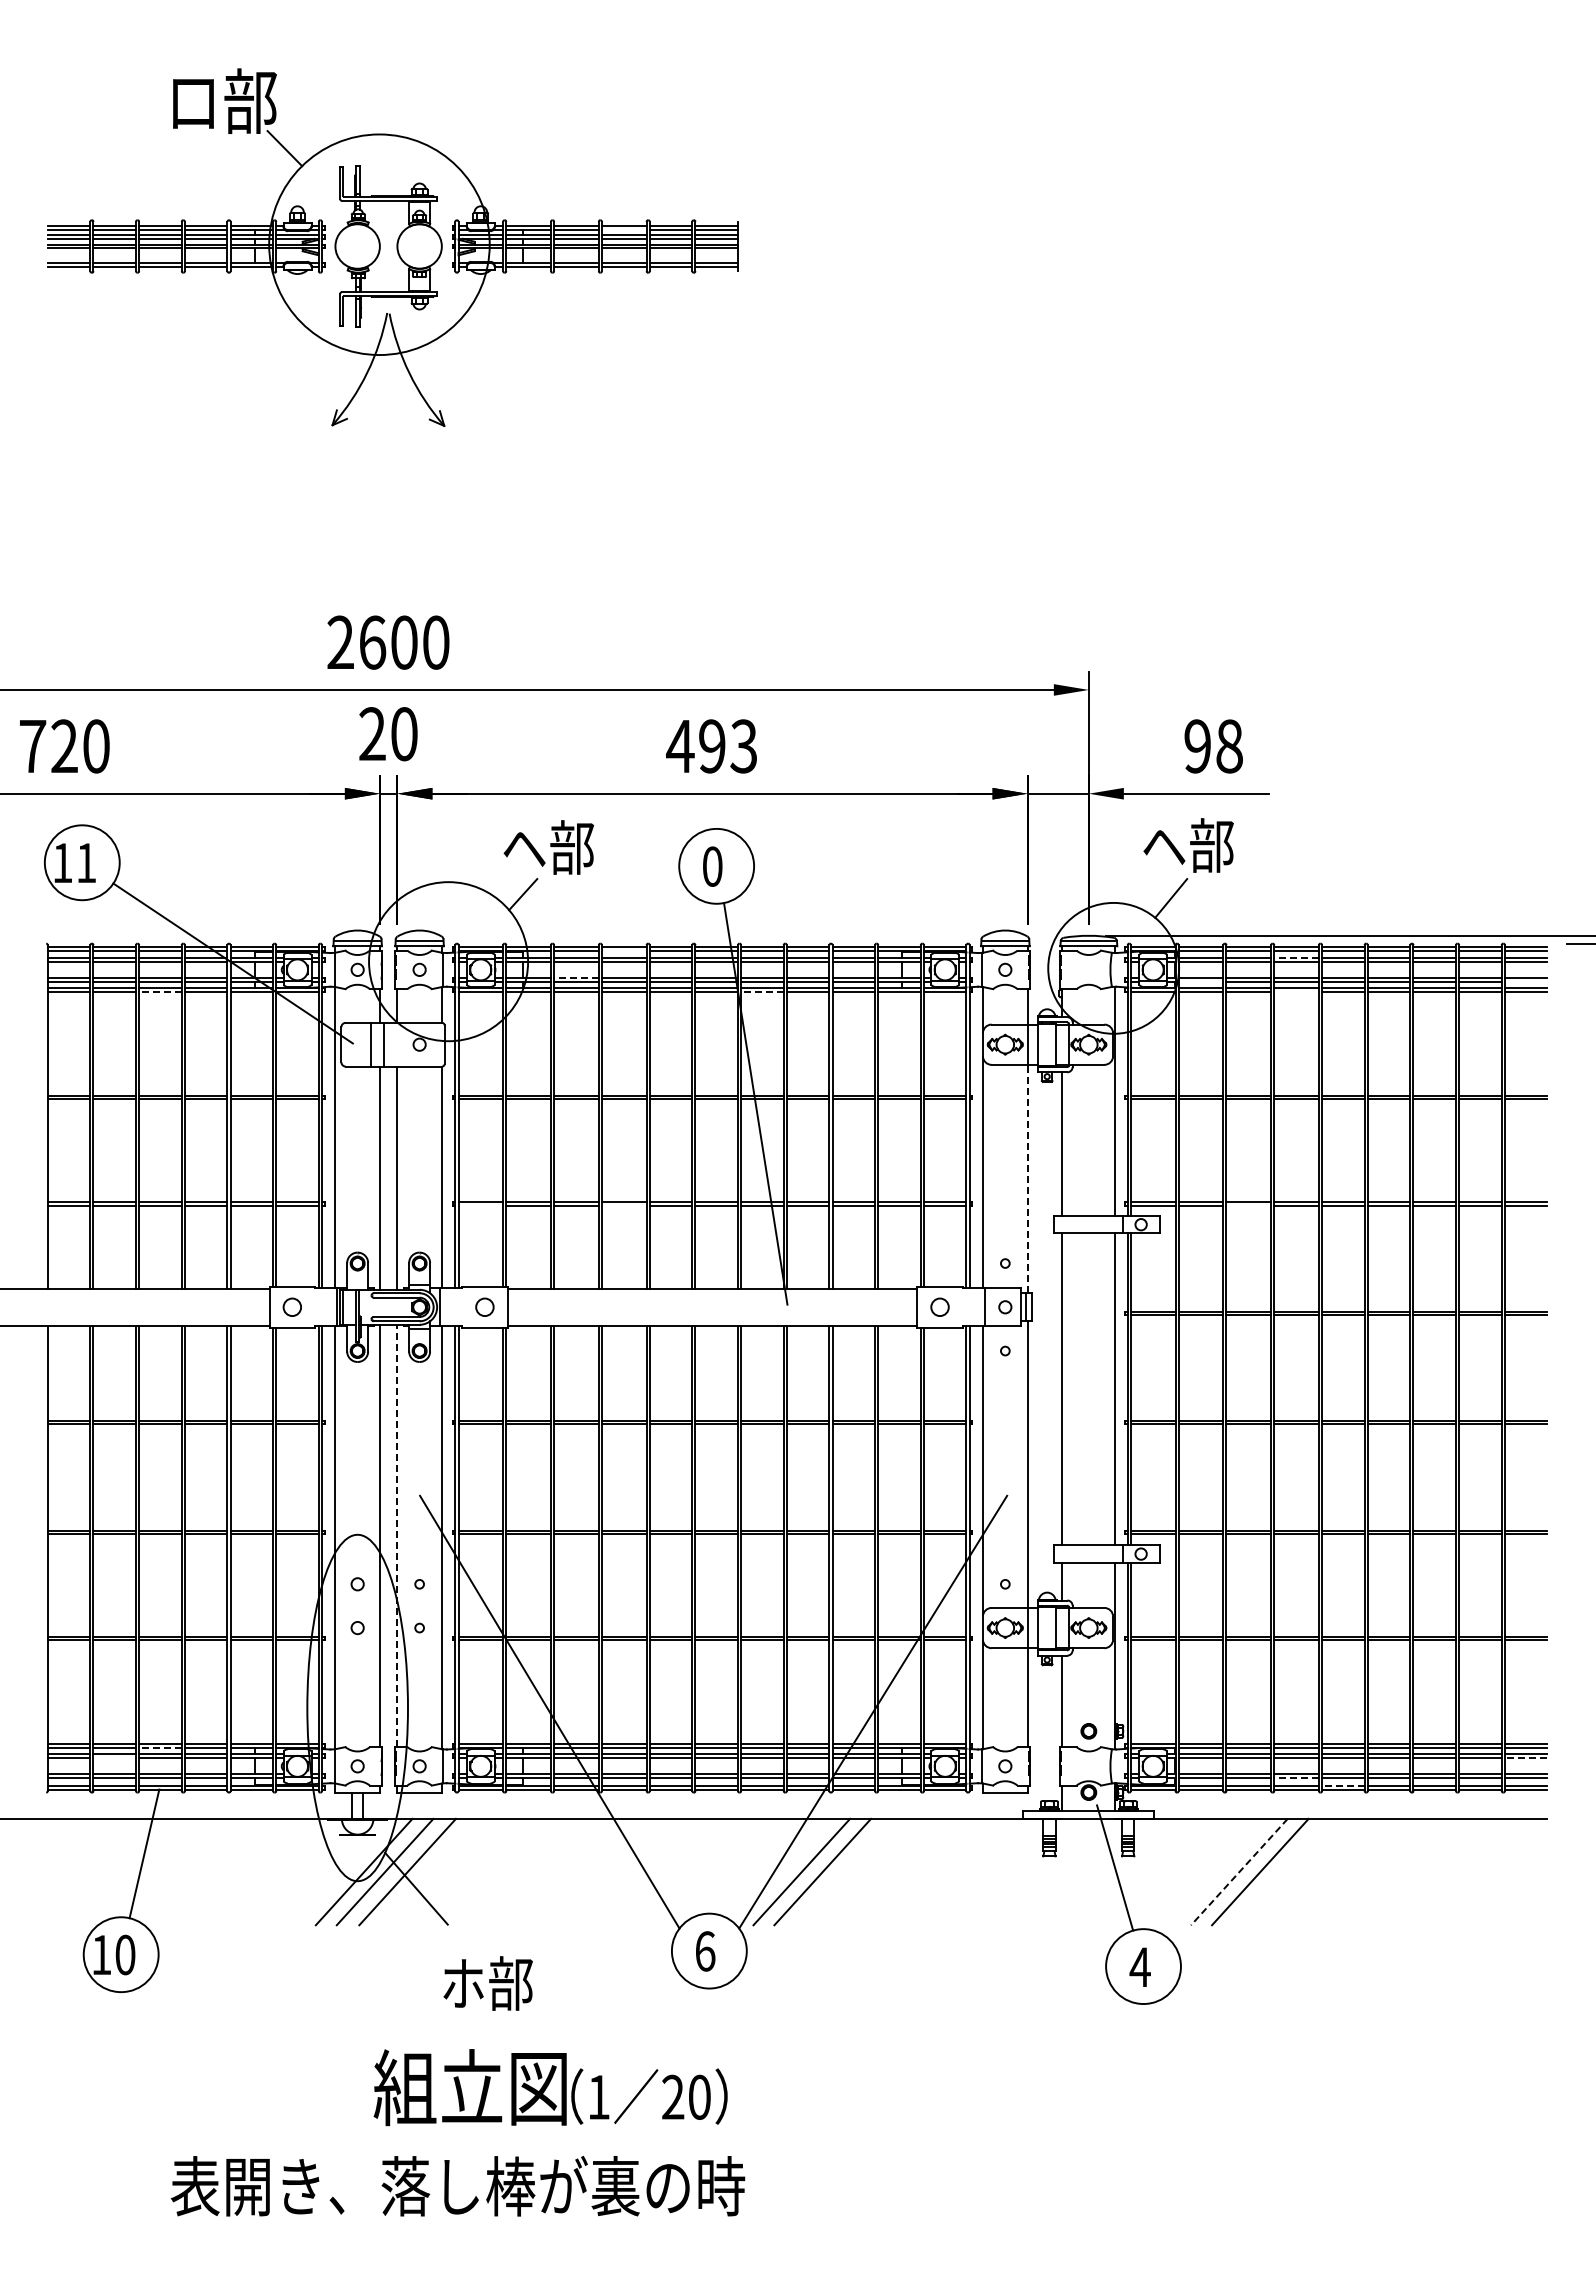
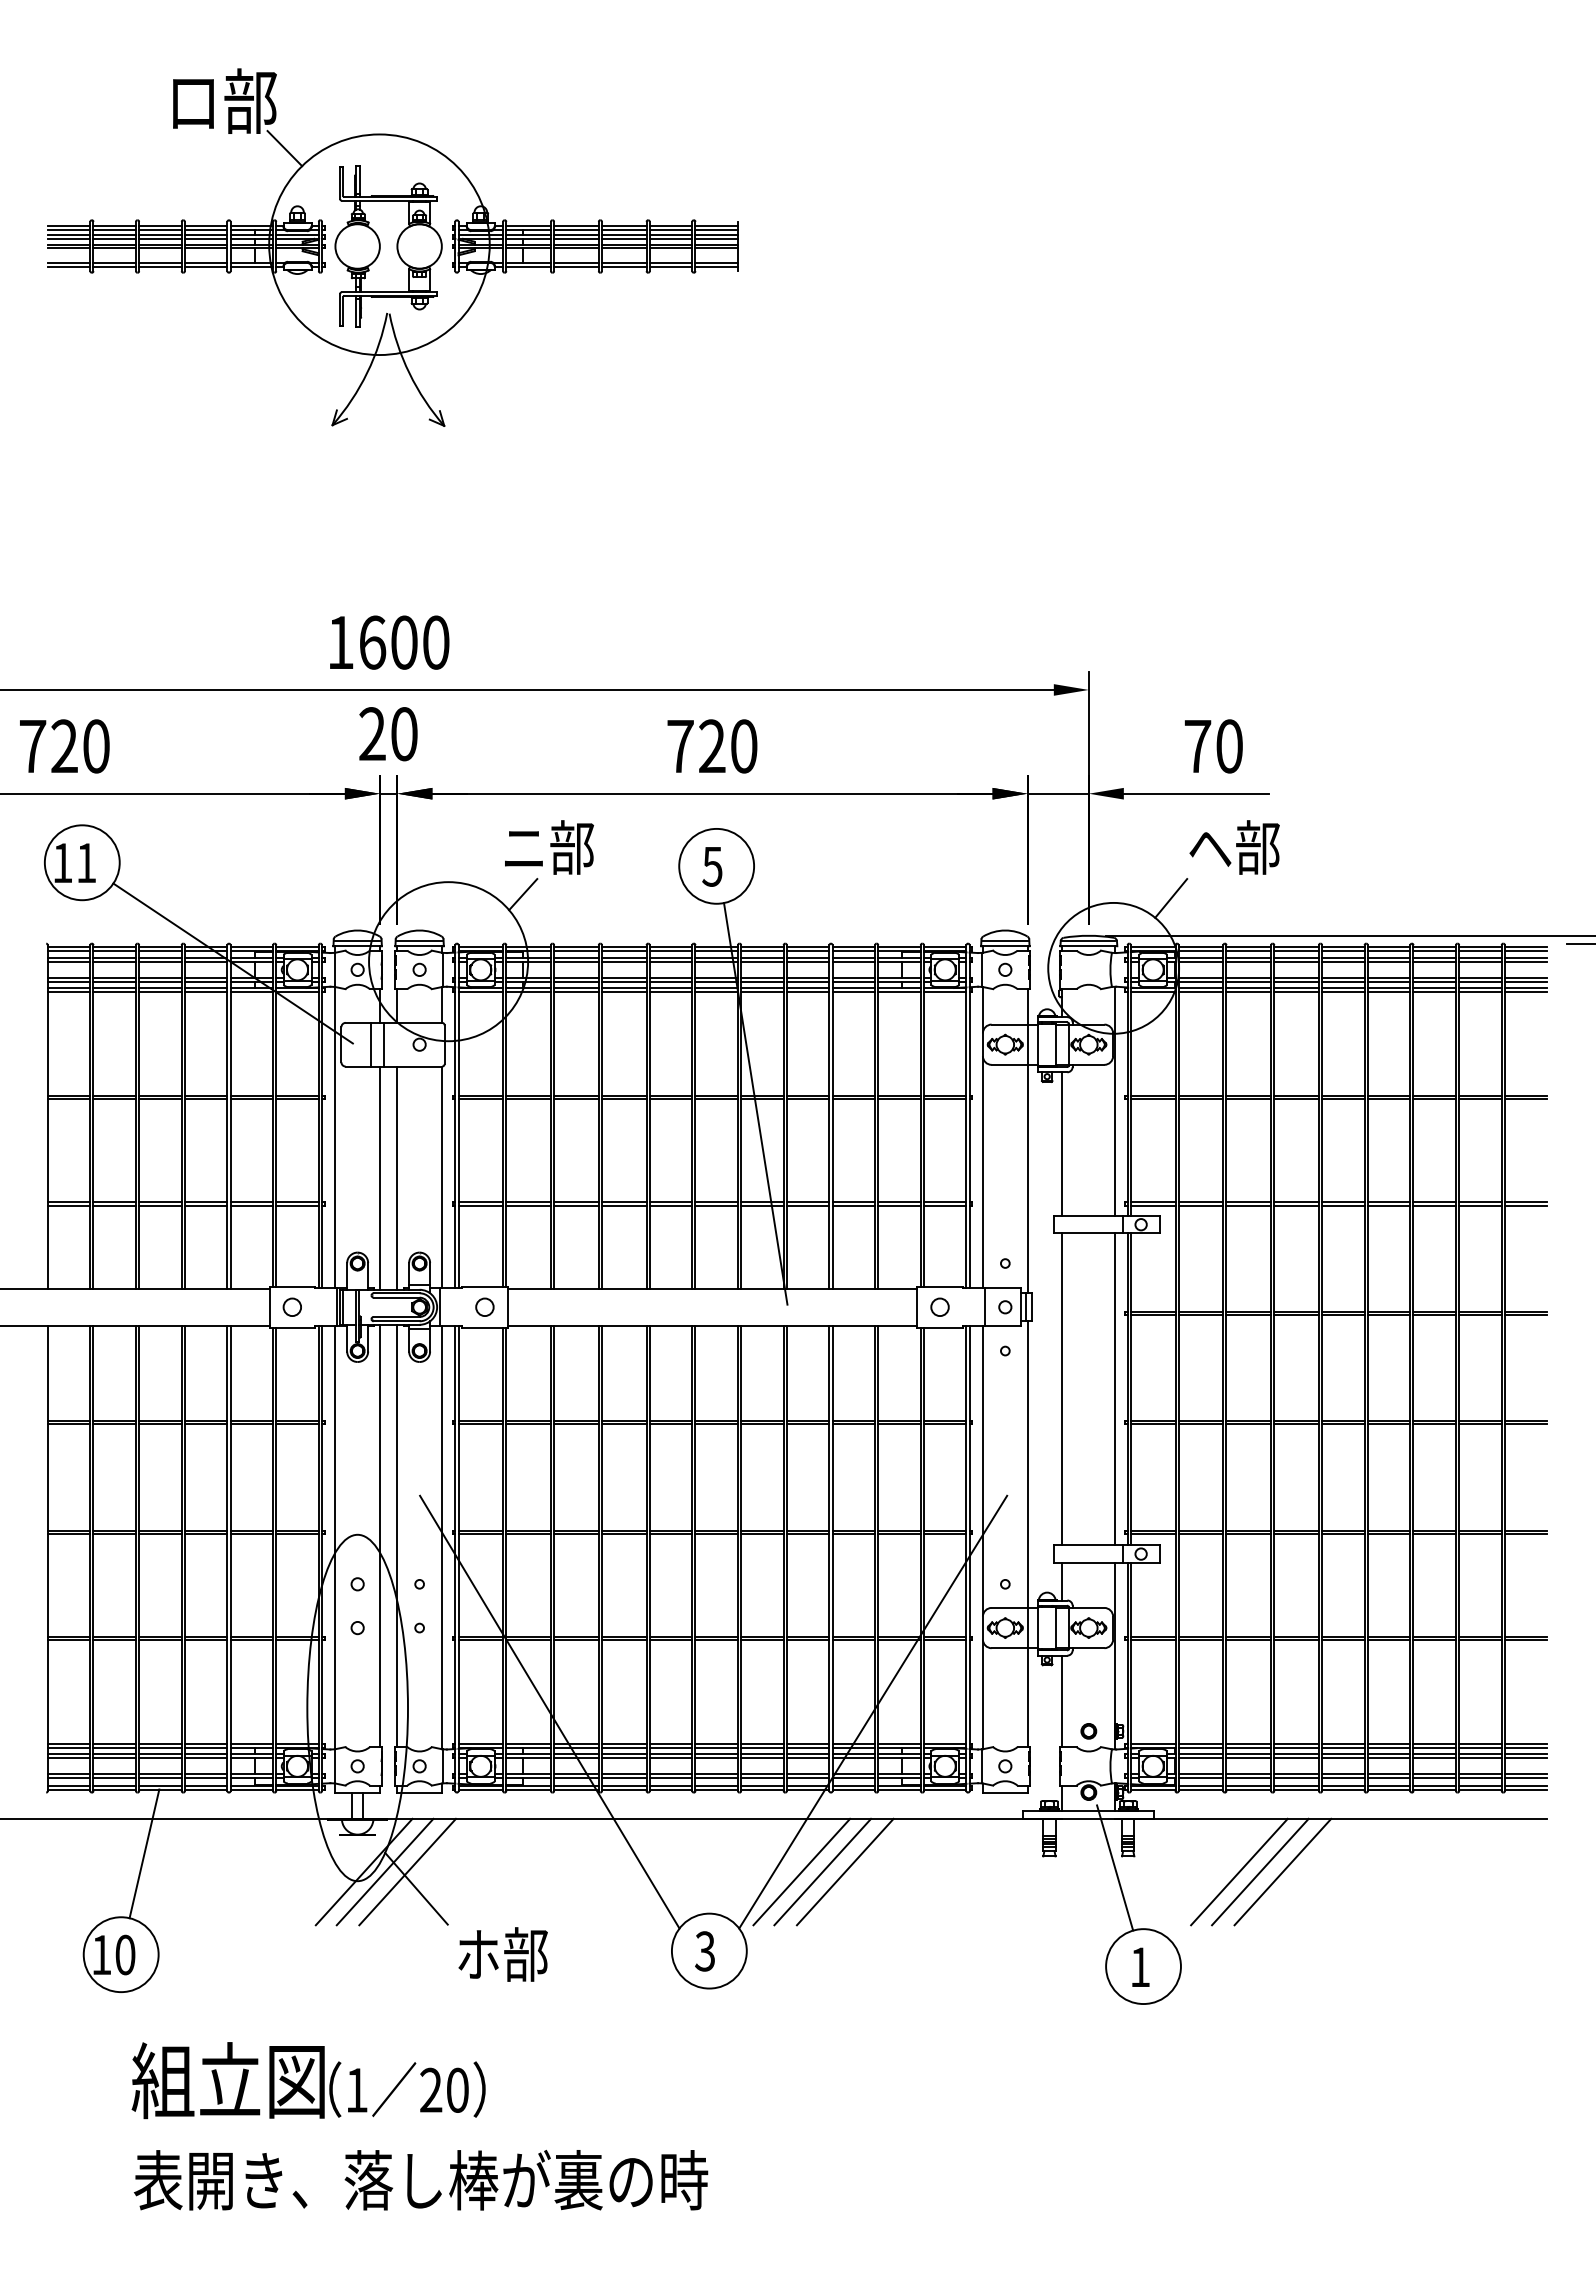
line at (623, 230): none -> present
text at (340, 641): 2600 -> 1600
text at (711, 746): 493 -> 720
text at (1213, 746): 98 -> 70
text at (1188, 845) position: (1188, 845) -> (1234, 847)
text at (524, 848): ヘ部 -> ニ部
text at (712, 866): 0 -> 5
line at (623, 950): none -> present
line at (1296, 957): dashed -> solid
line at (575, 977): dashed -> solid
line at (1200, 981): none -> present
line at (1525, 981): none -> present
line at (159, 992): dashed -> solid
line at (761, 992): dashed -> solid
line at (1296, 992): none -> present
line at (1027, 1178): dashed -> solid
line at (480, 1205): none -> present
line at (623, 1205): none -> present
line at (1248, 1205): none -> present
line at (397, 1535): dashed -> solid
line at (159, 1748): dashed -> solid
line at (114, 1758): none -> present
line at (1525, 1758): dashed -> solid
line at (1296, 1778): dashed -> solid
line at (1342, 1785): dashed -> solid
line at (844, 1871): none -> present
line at (1282, 1871): none -> present
line at (1239, 1872): dashed -> solid
text at (705, 1951): 6 -> 3
text at (1139, 1966): 4 -> 1
text at (487, 1983) position: (487, 1983) -> (502, 1954)
text at (550, 2087) position: (550, 2087) -> (308, 2080)
text at (457, 2186) position: (457, 2186) -> (420, 2180)
